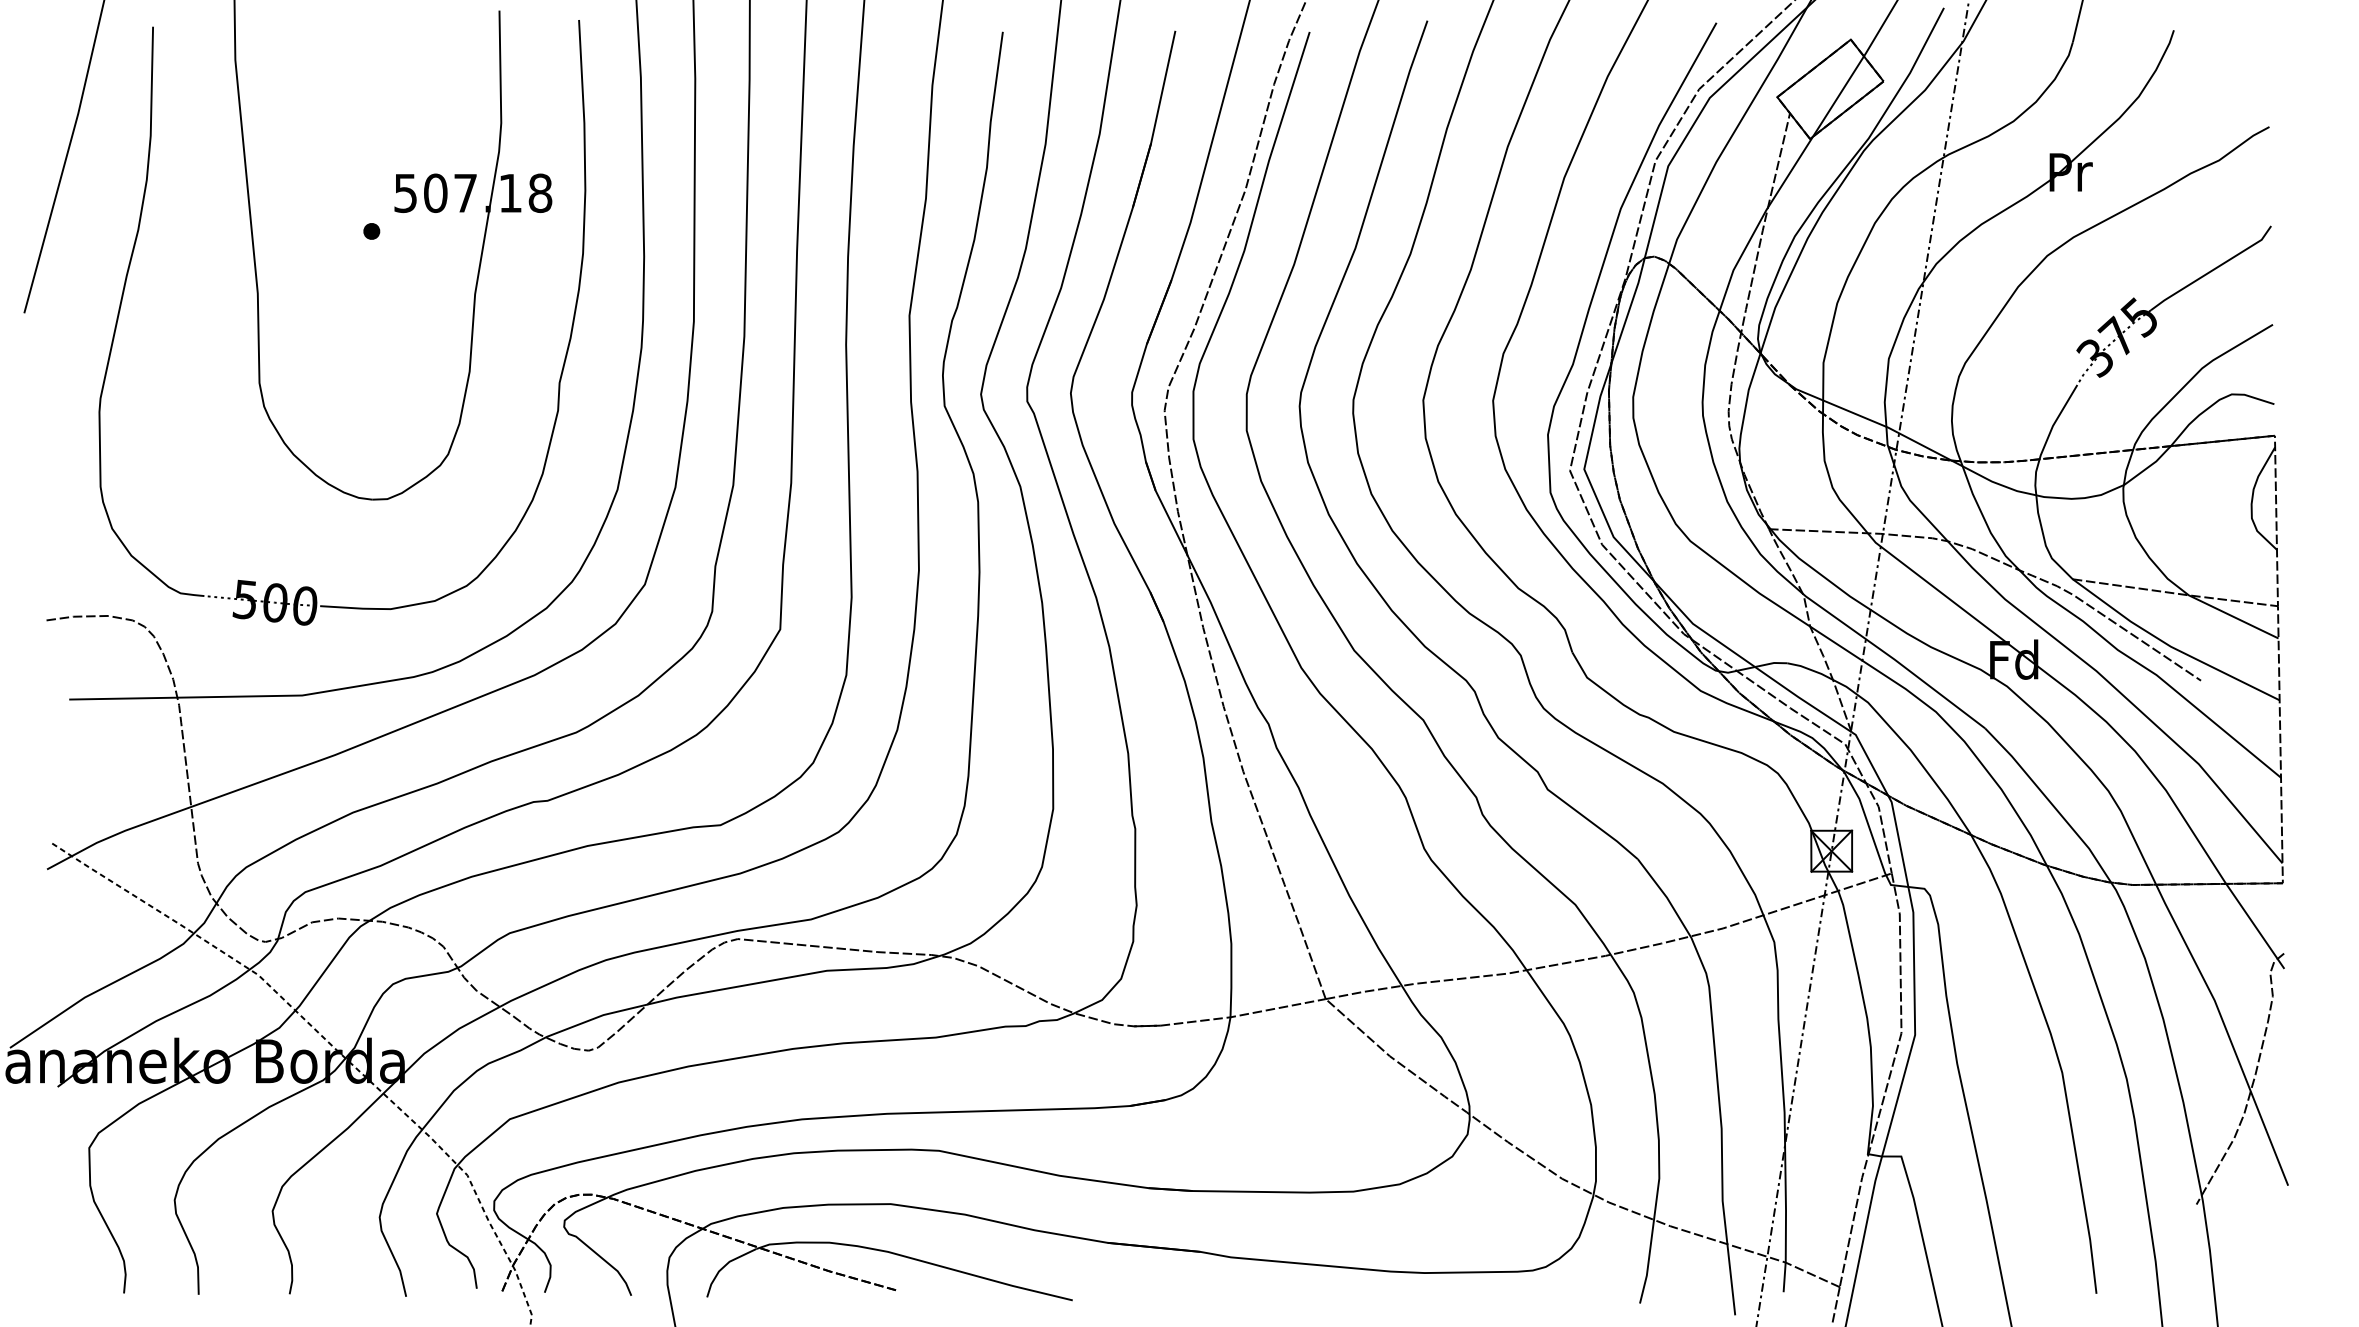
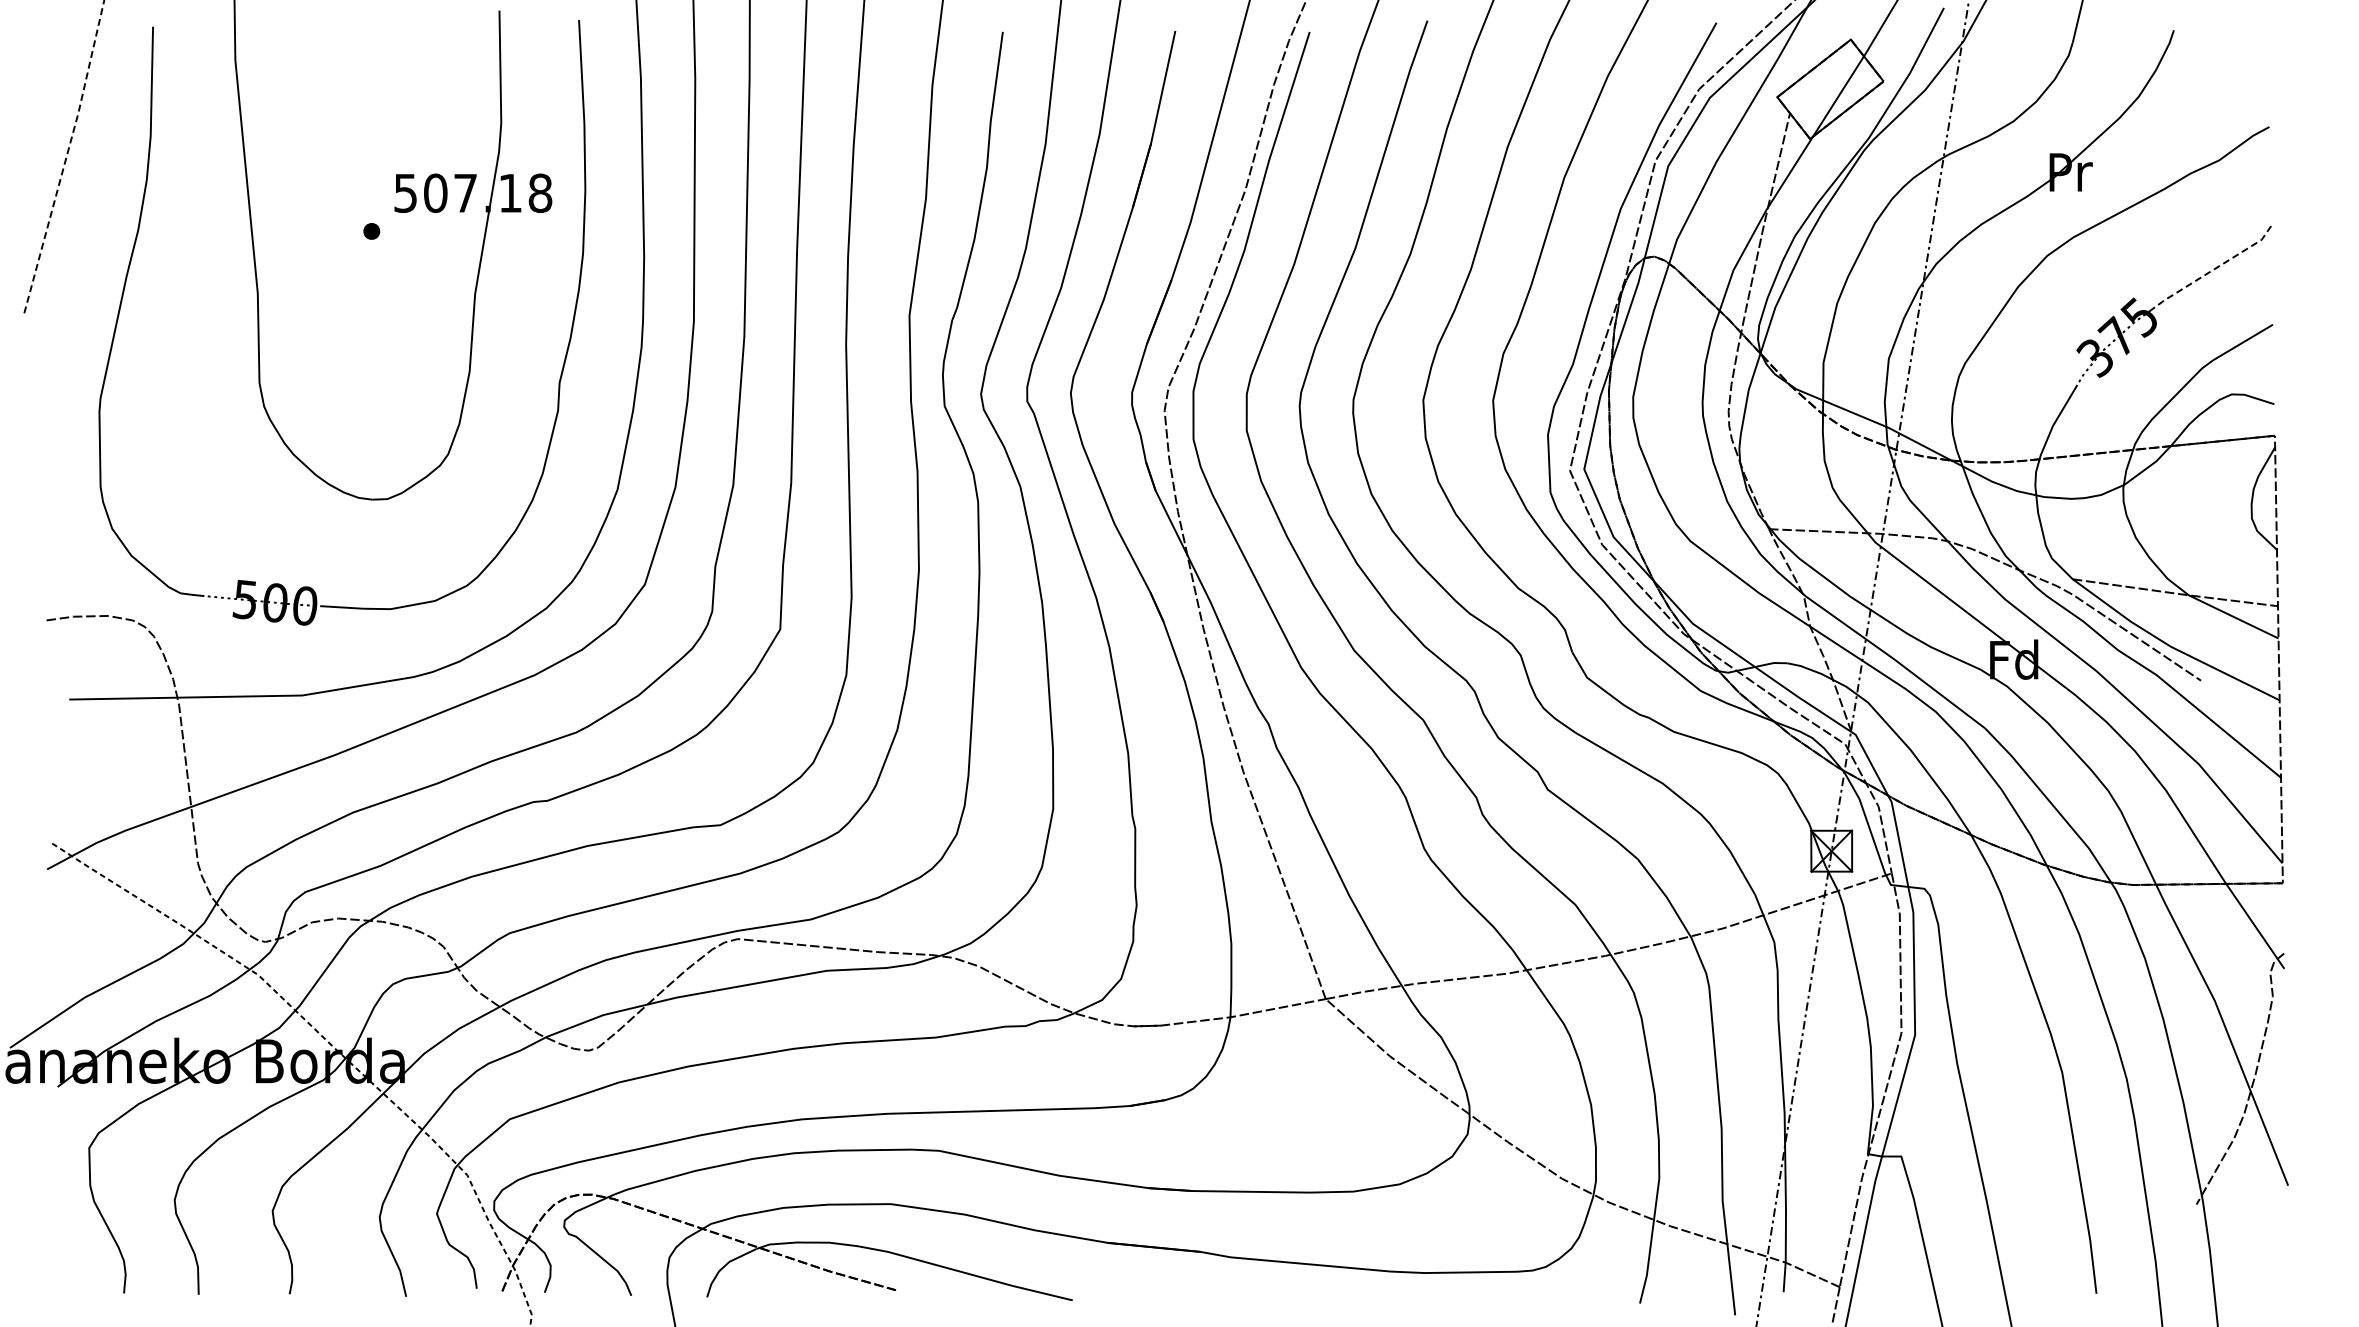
line at (66, 156): solid -> dashed
line at (2212, 270): solid -> dashed
